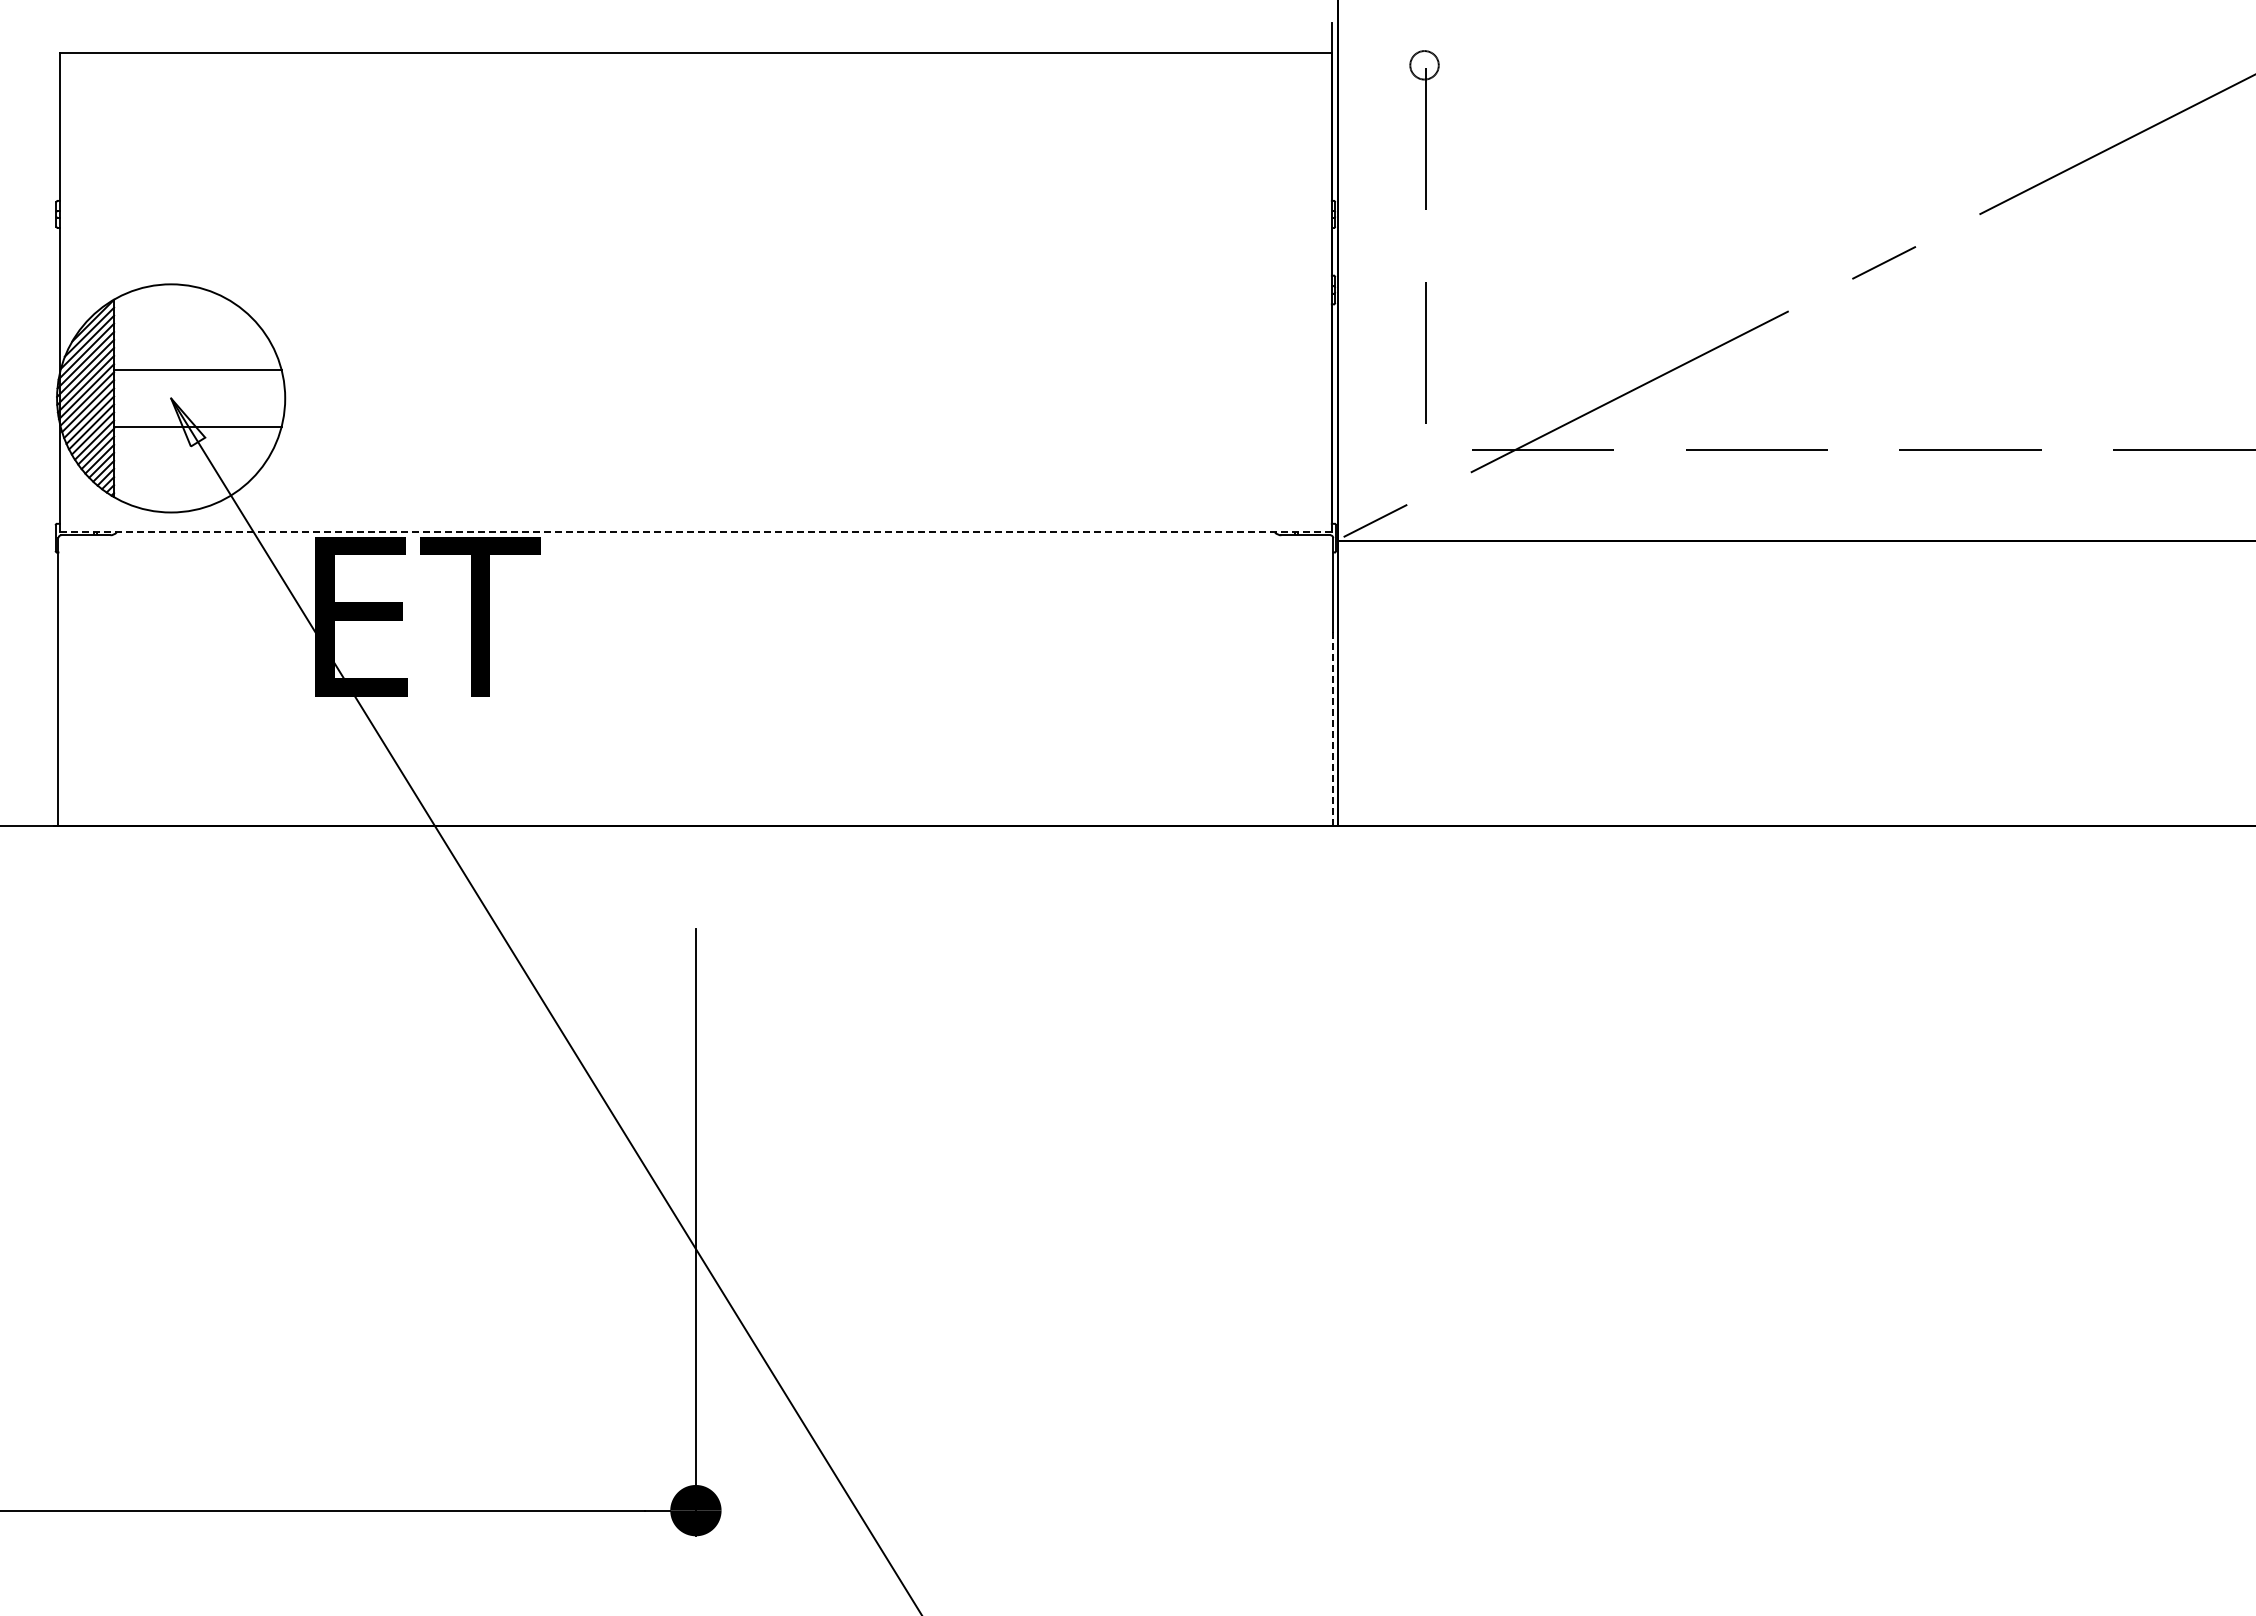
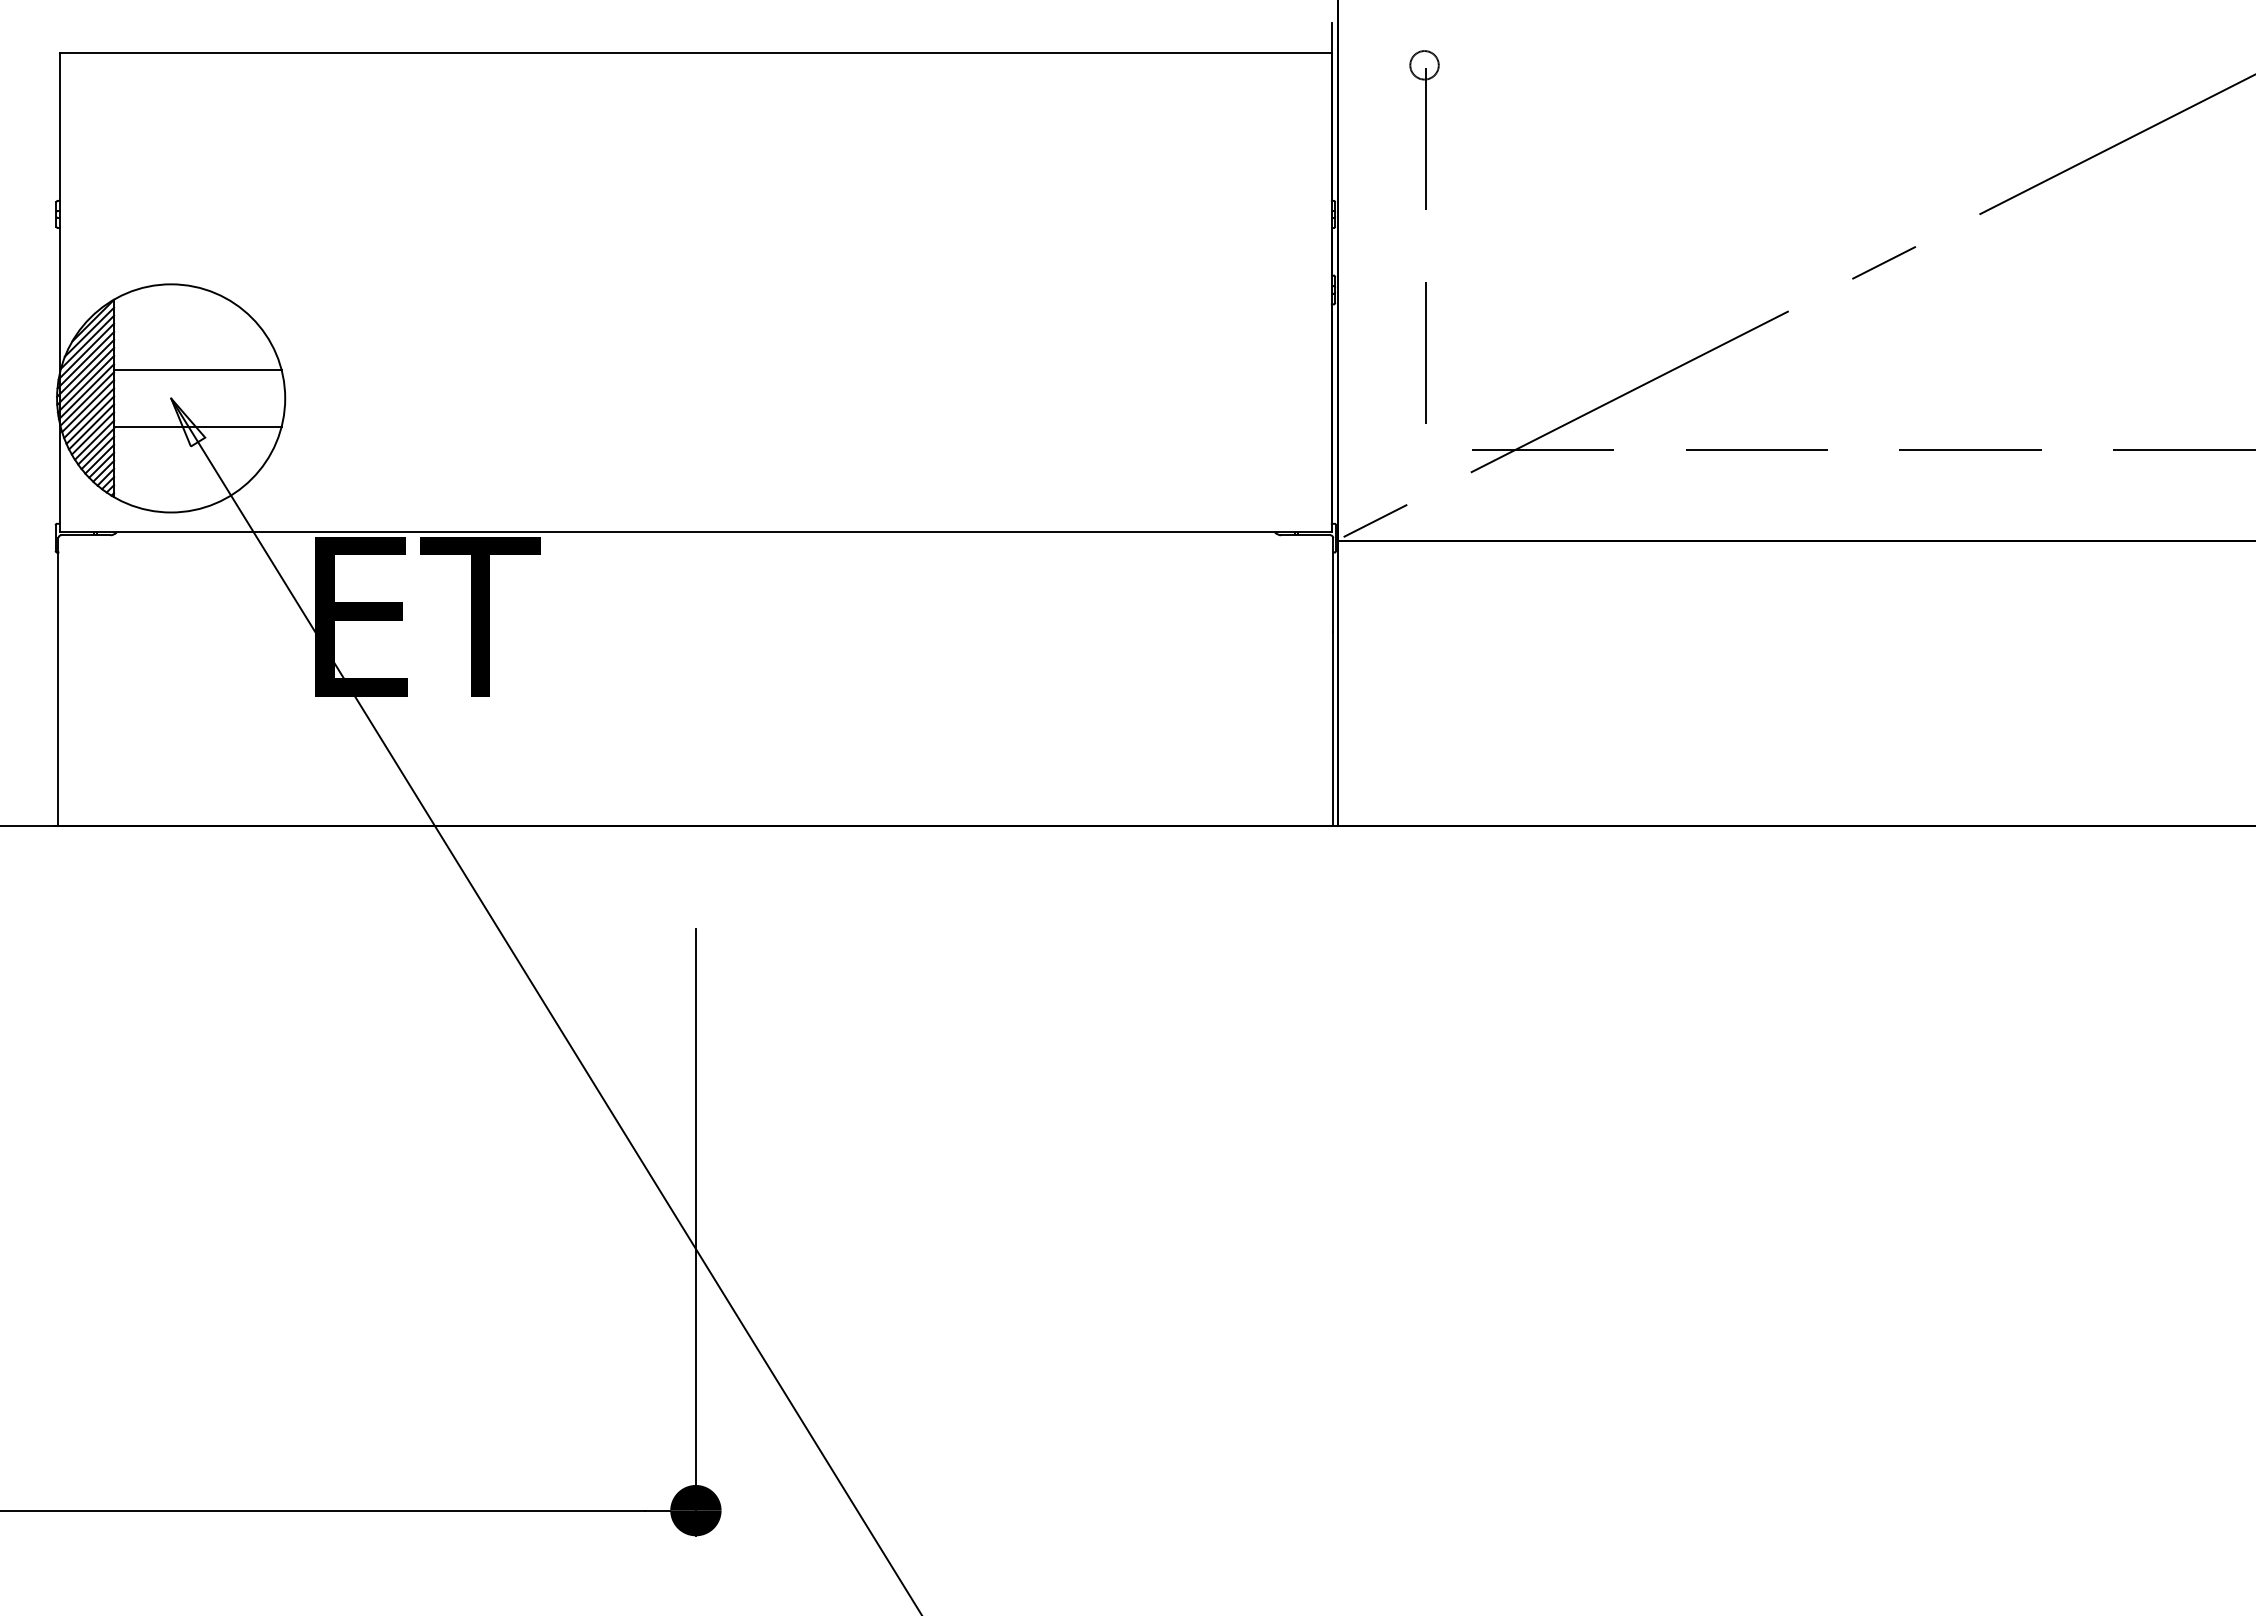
line at (695, 532): dashed -> solid
line at (1333, 729): dashed -> solid
